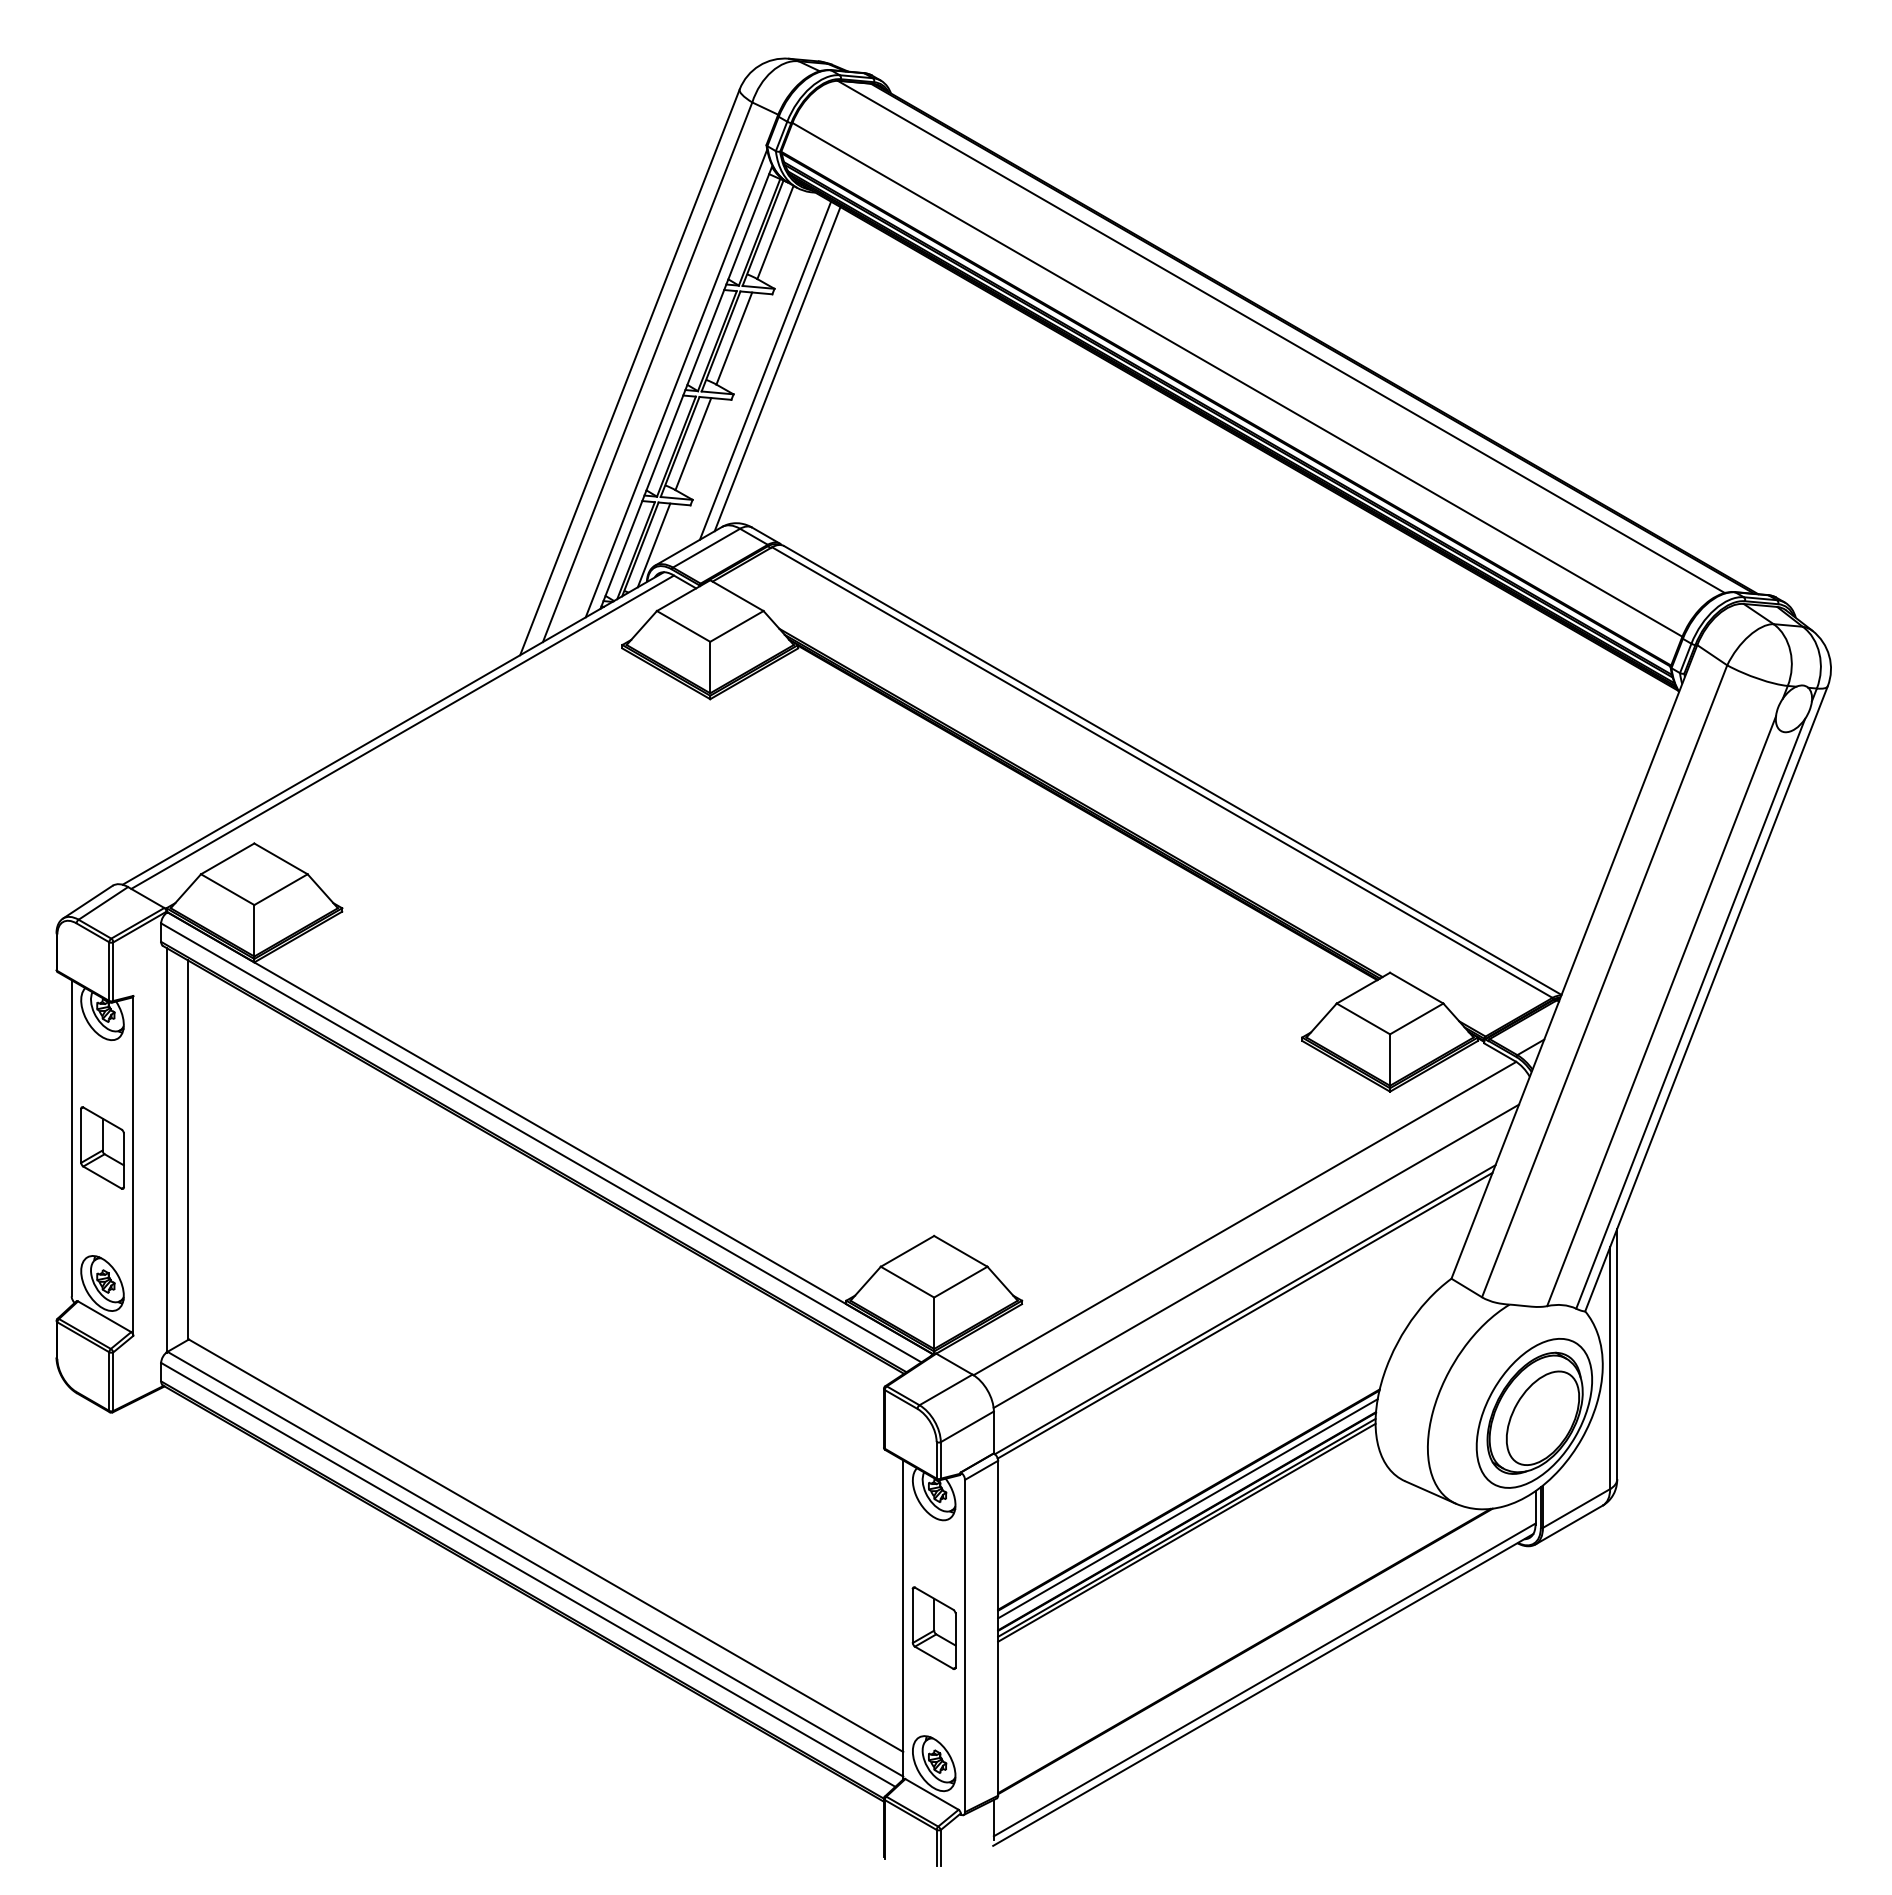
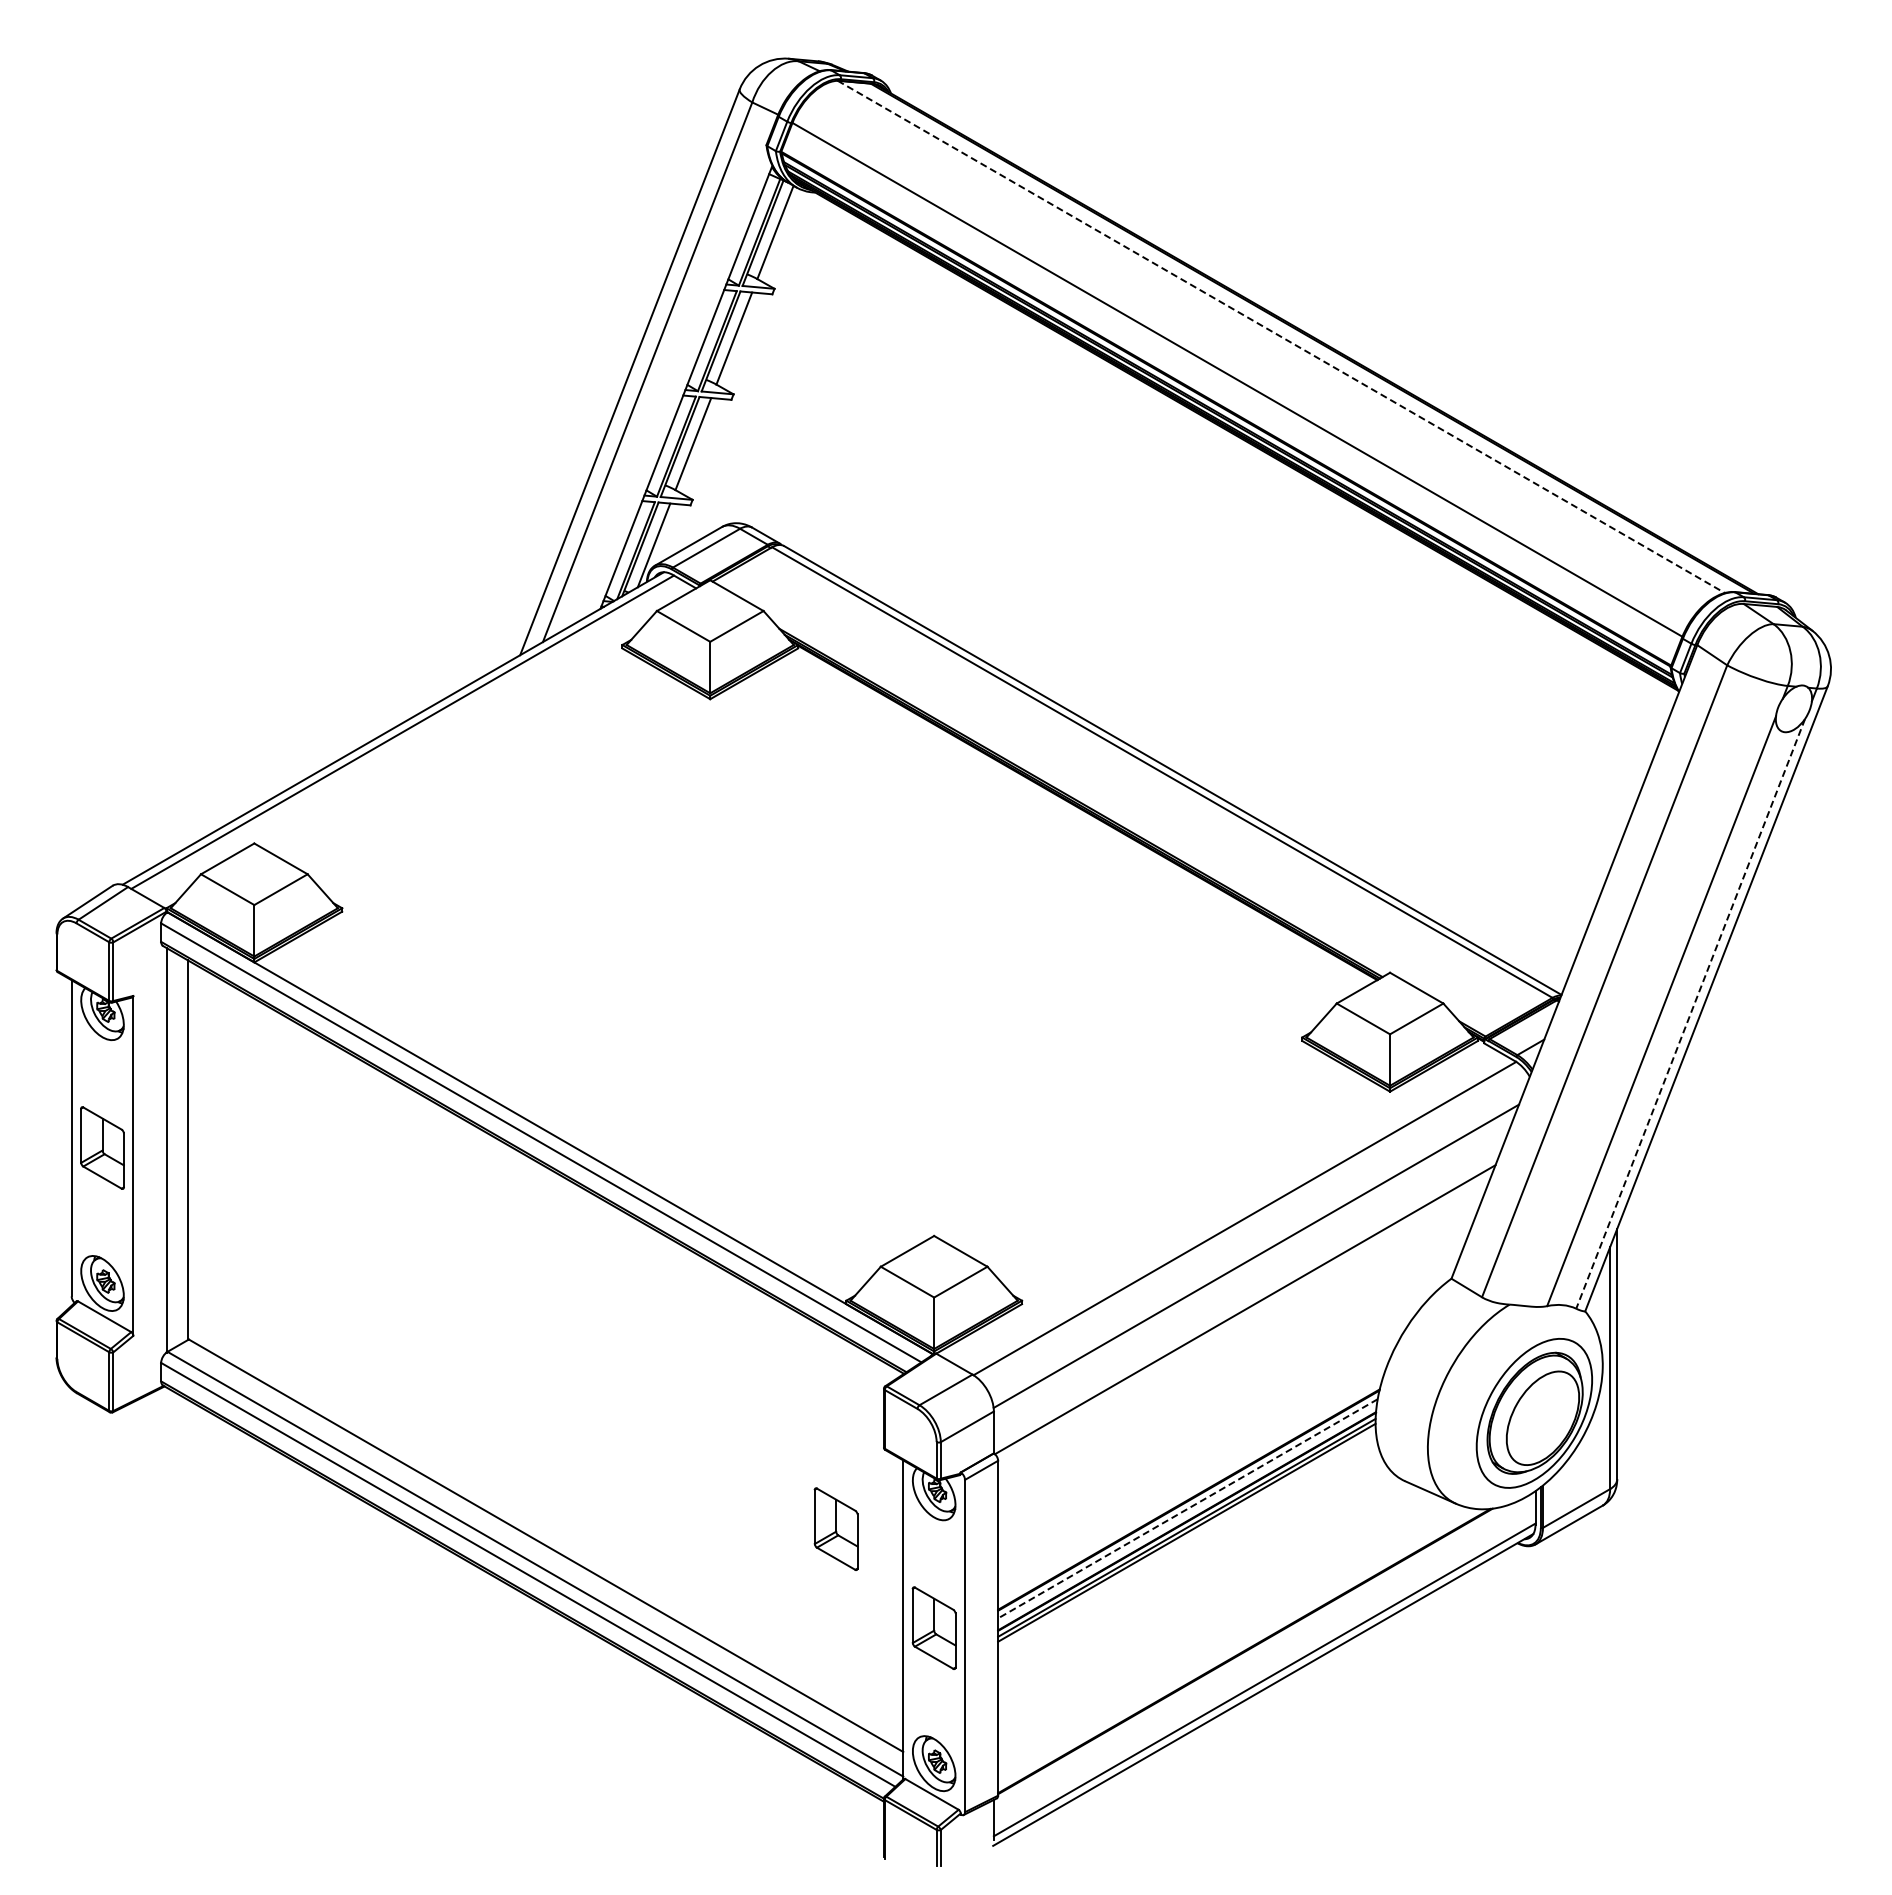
line at (1281, 337): solid -> dashed
line at (777, 369): present -> none
line at (765, 370): present -> none
line at (676, 383): present -> none
line at (1690, 1014): solid -> dashed
line at (1244, 1315): present -> none
line at (1187, 1509): solid -> dashed
part at (835, 1528): none -> present
